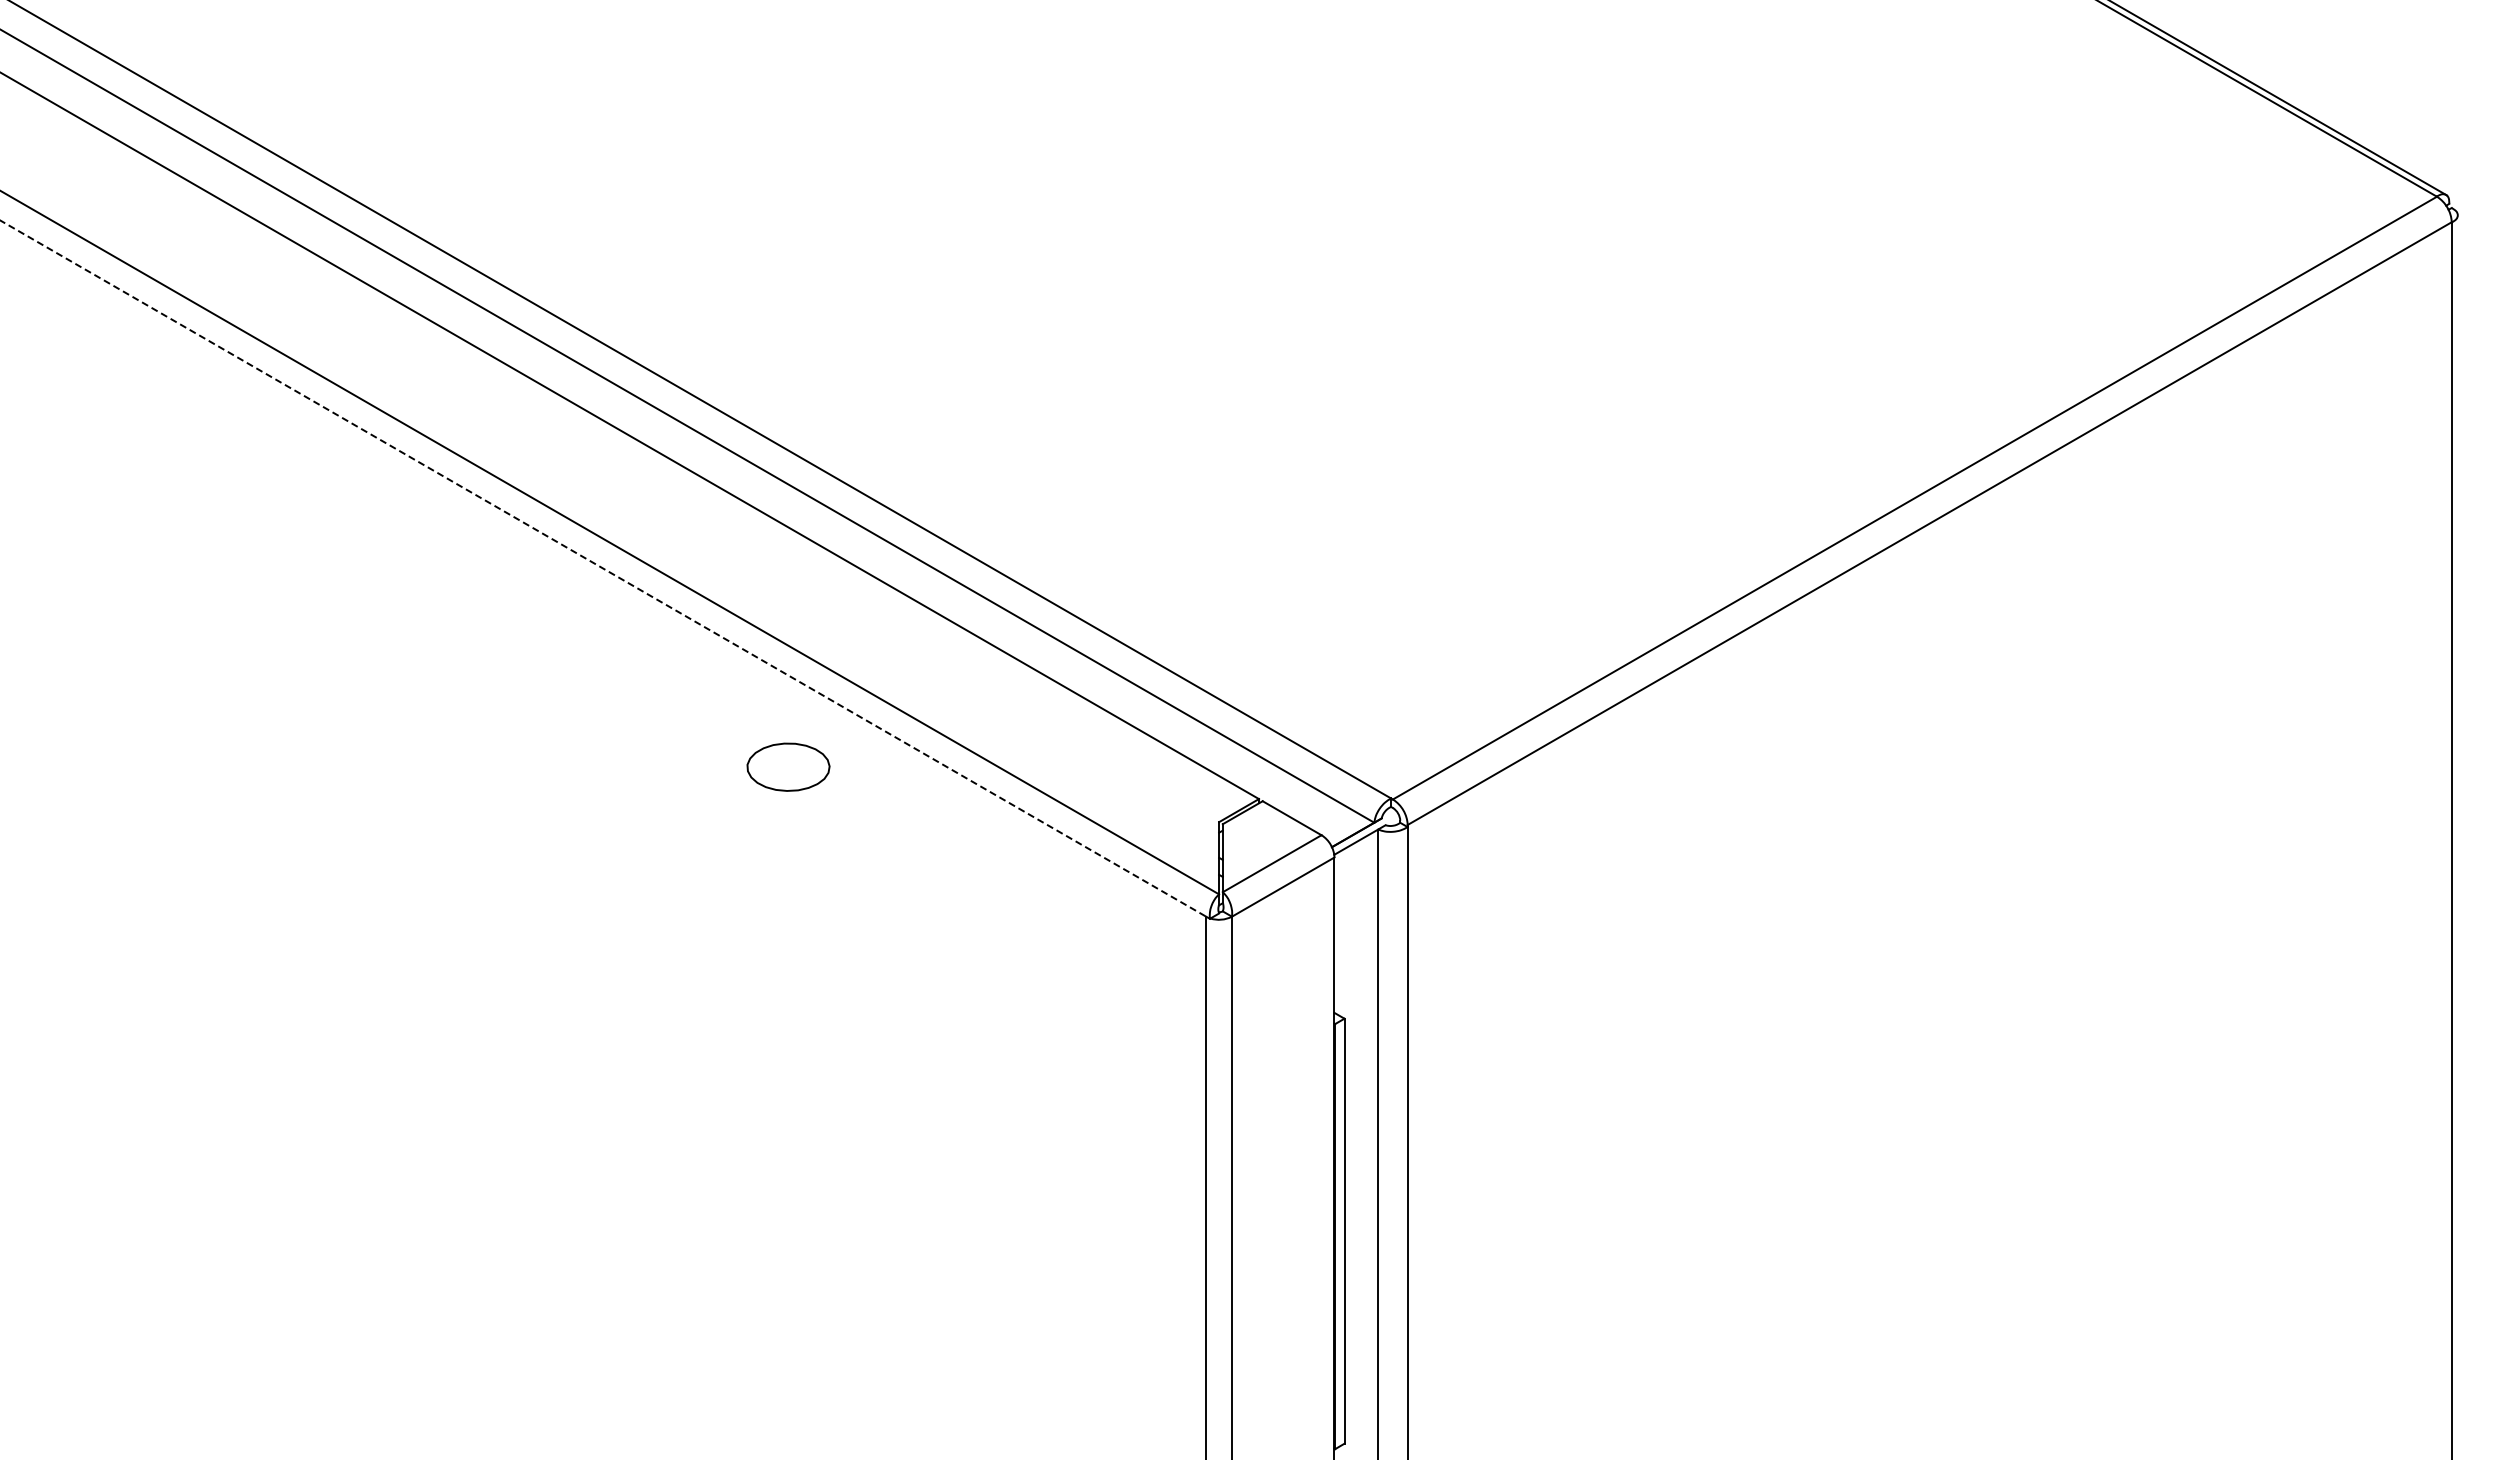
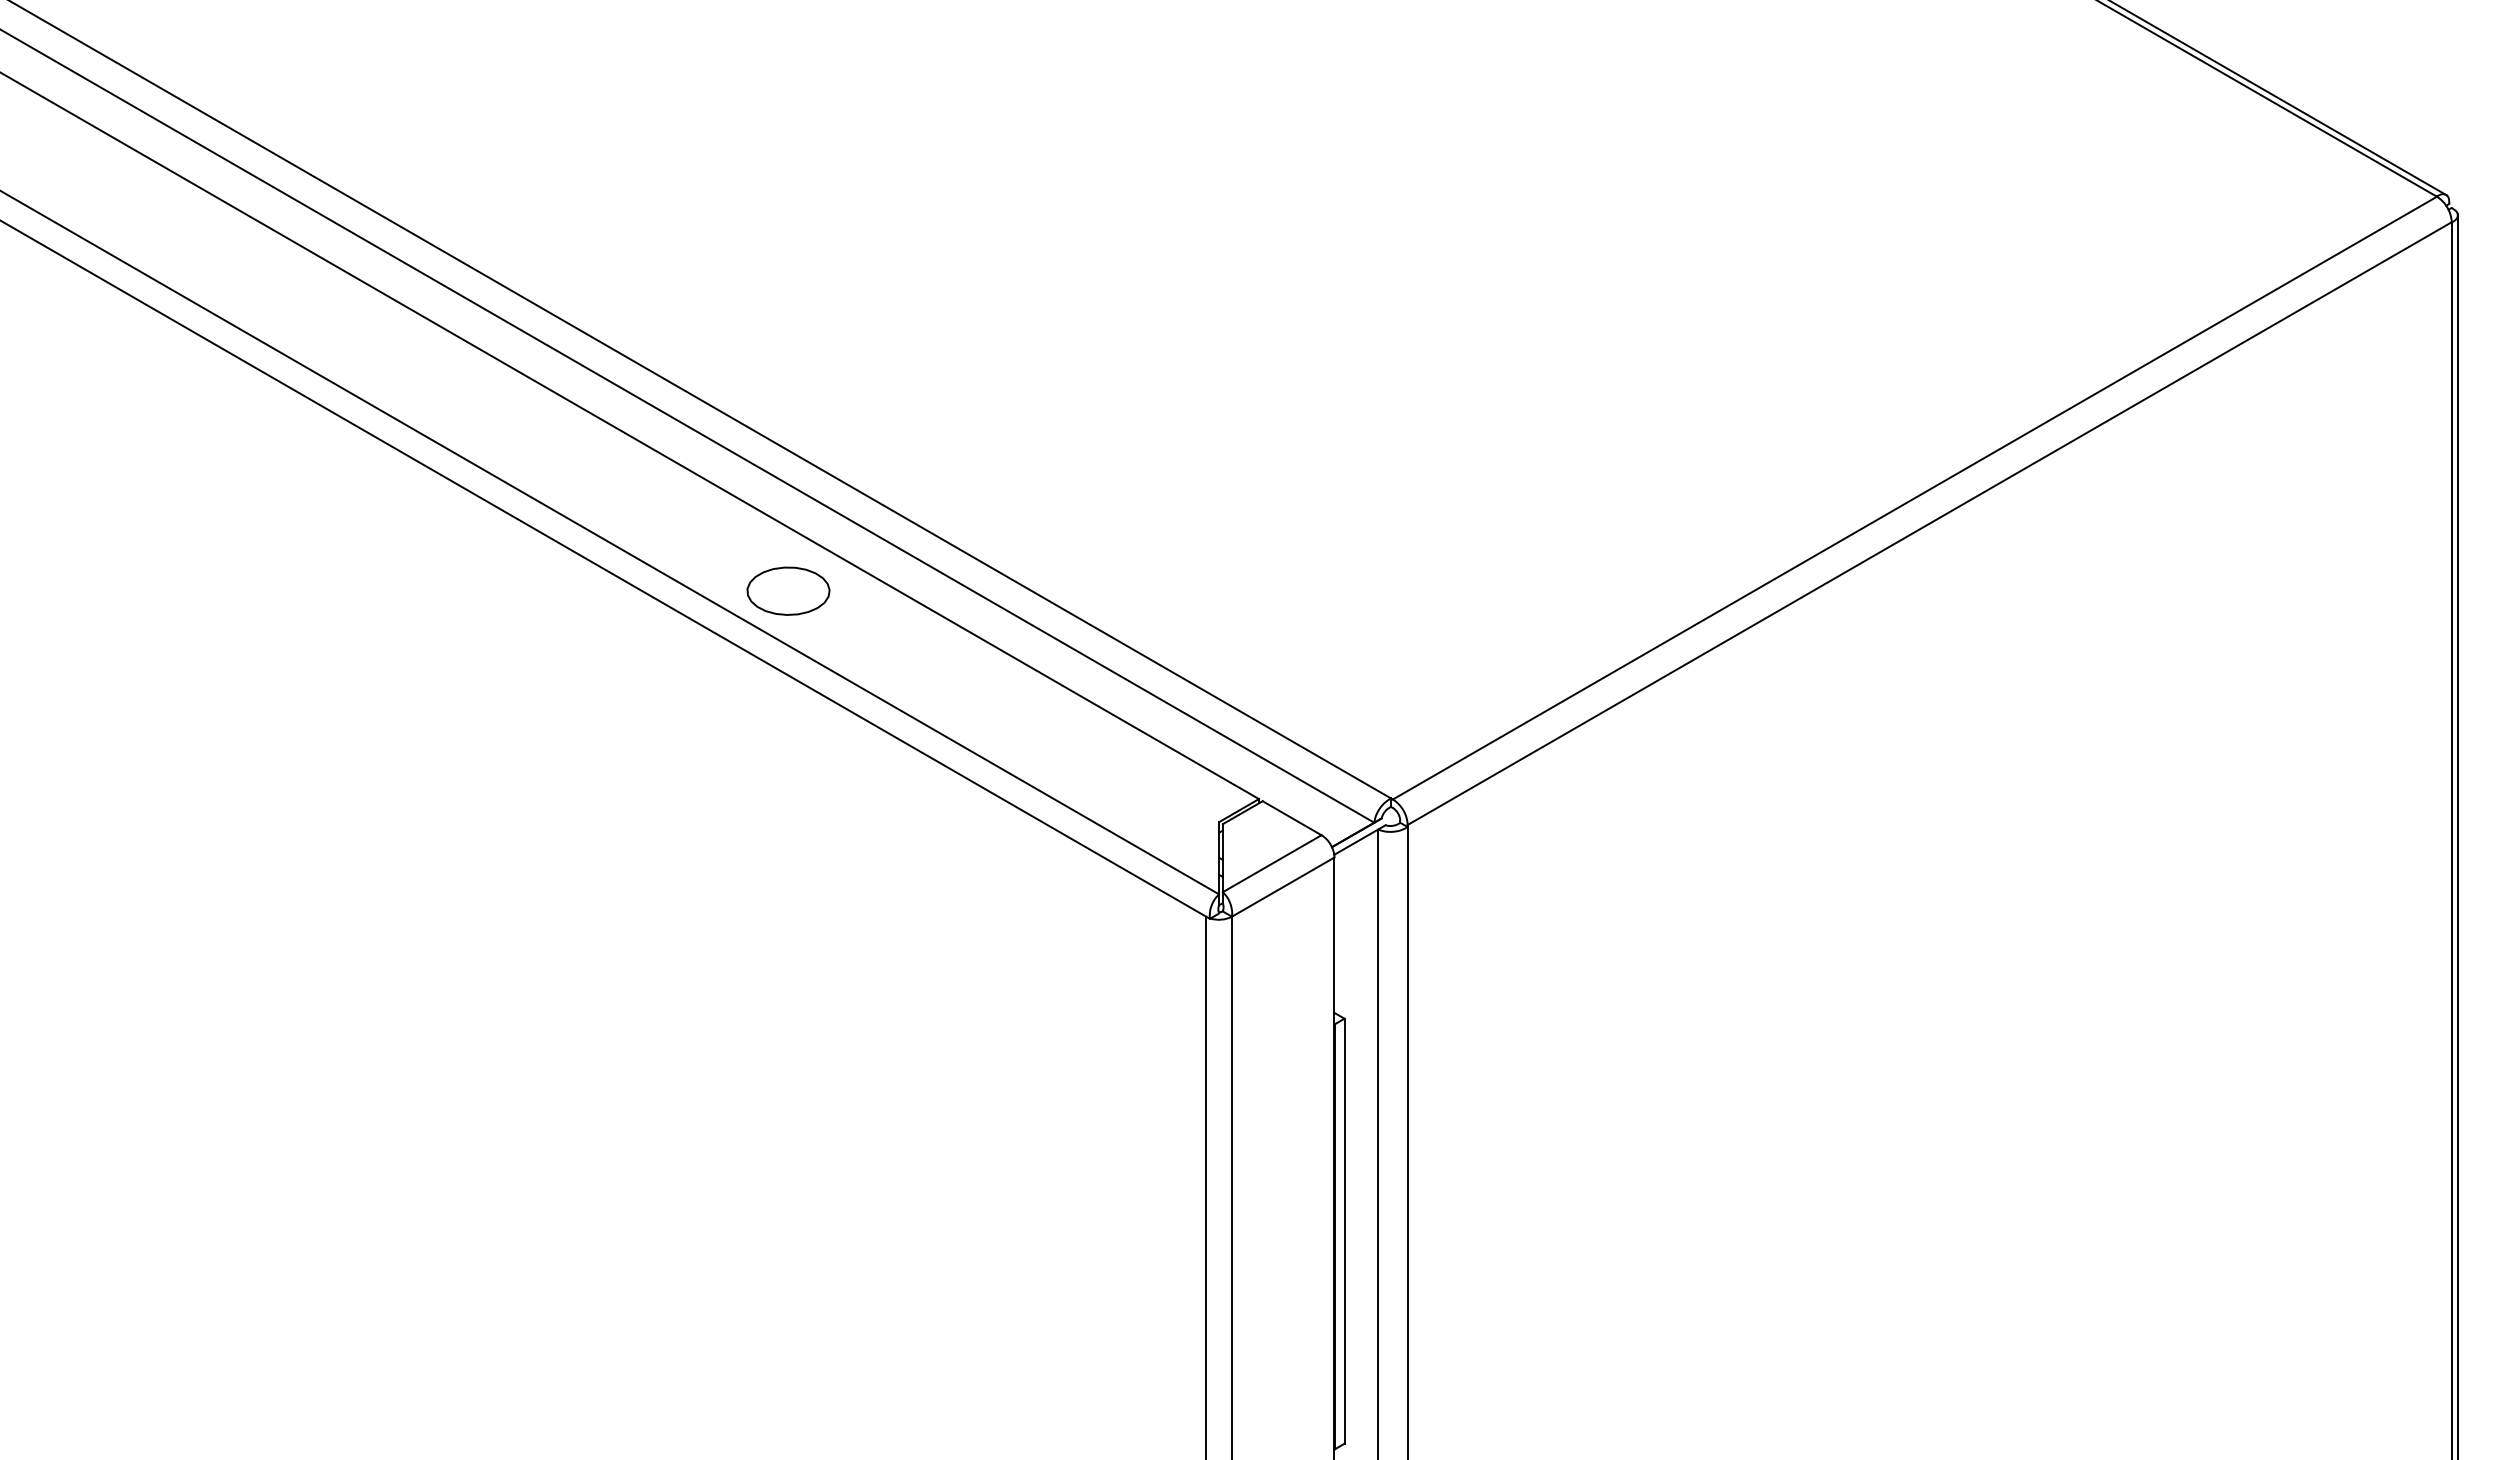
line at (603, 568): dashed -> solid
part at (788, 766) position: (788, 766) -> (788, 590)
line at (2457, 835): none -> present
